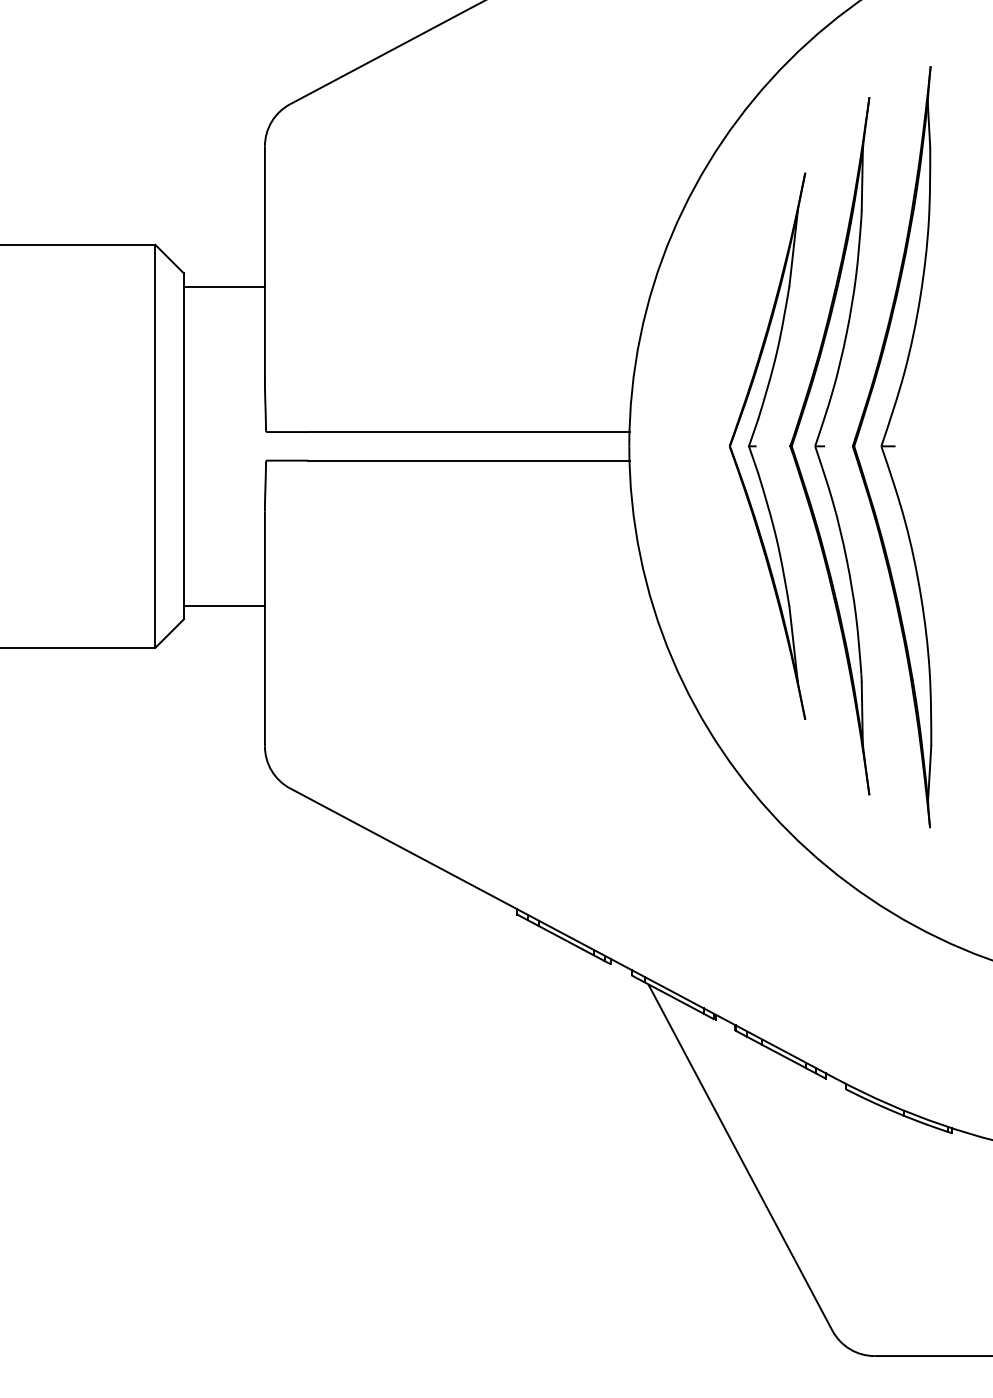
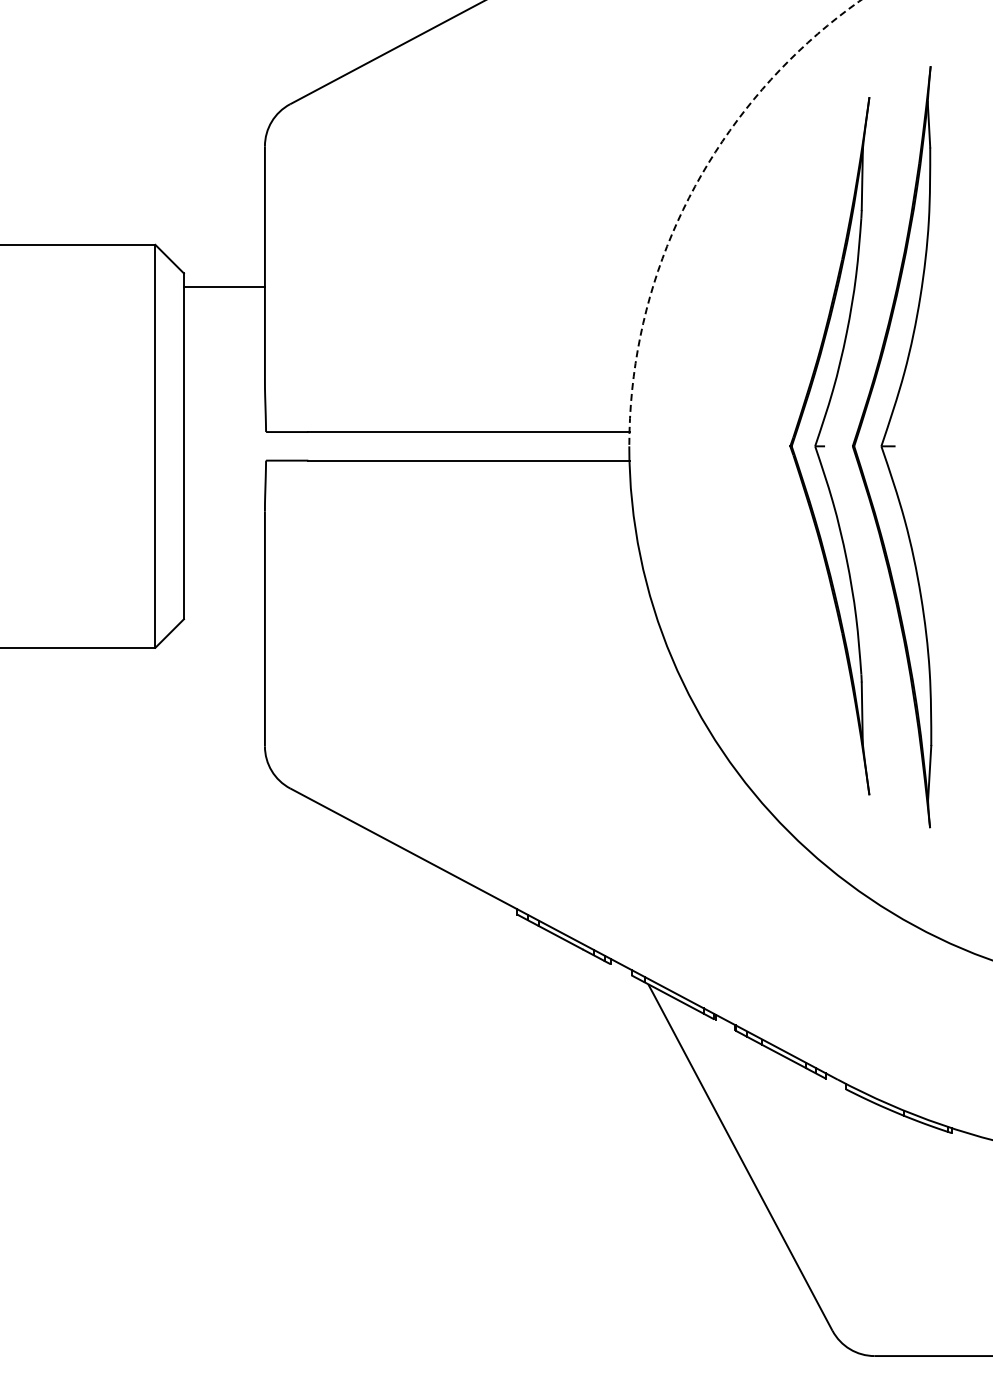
arc at (692, 191): solid -> dashed
part at (756, 445): present -> none
line at (223, 605): present -> none
